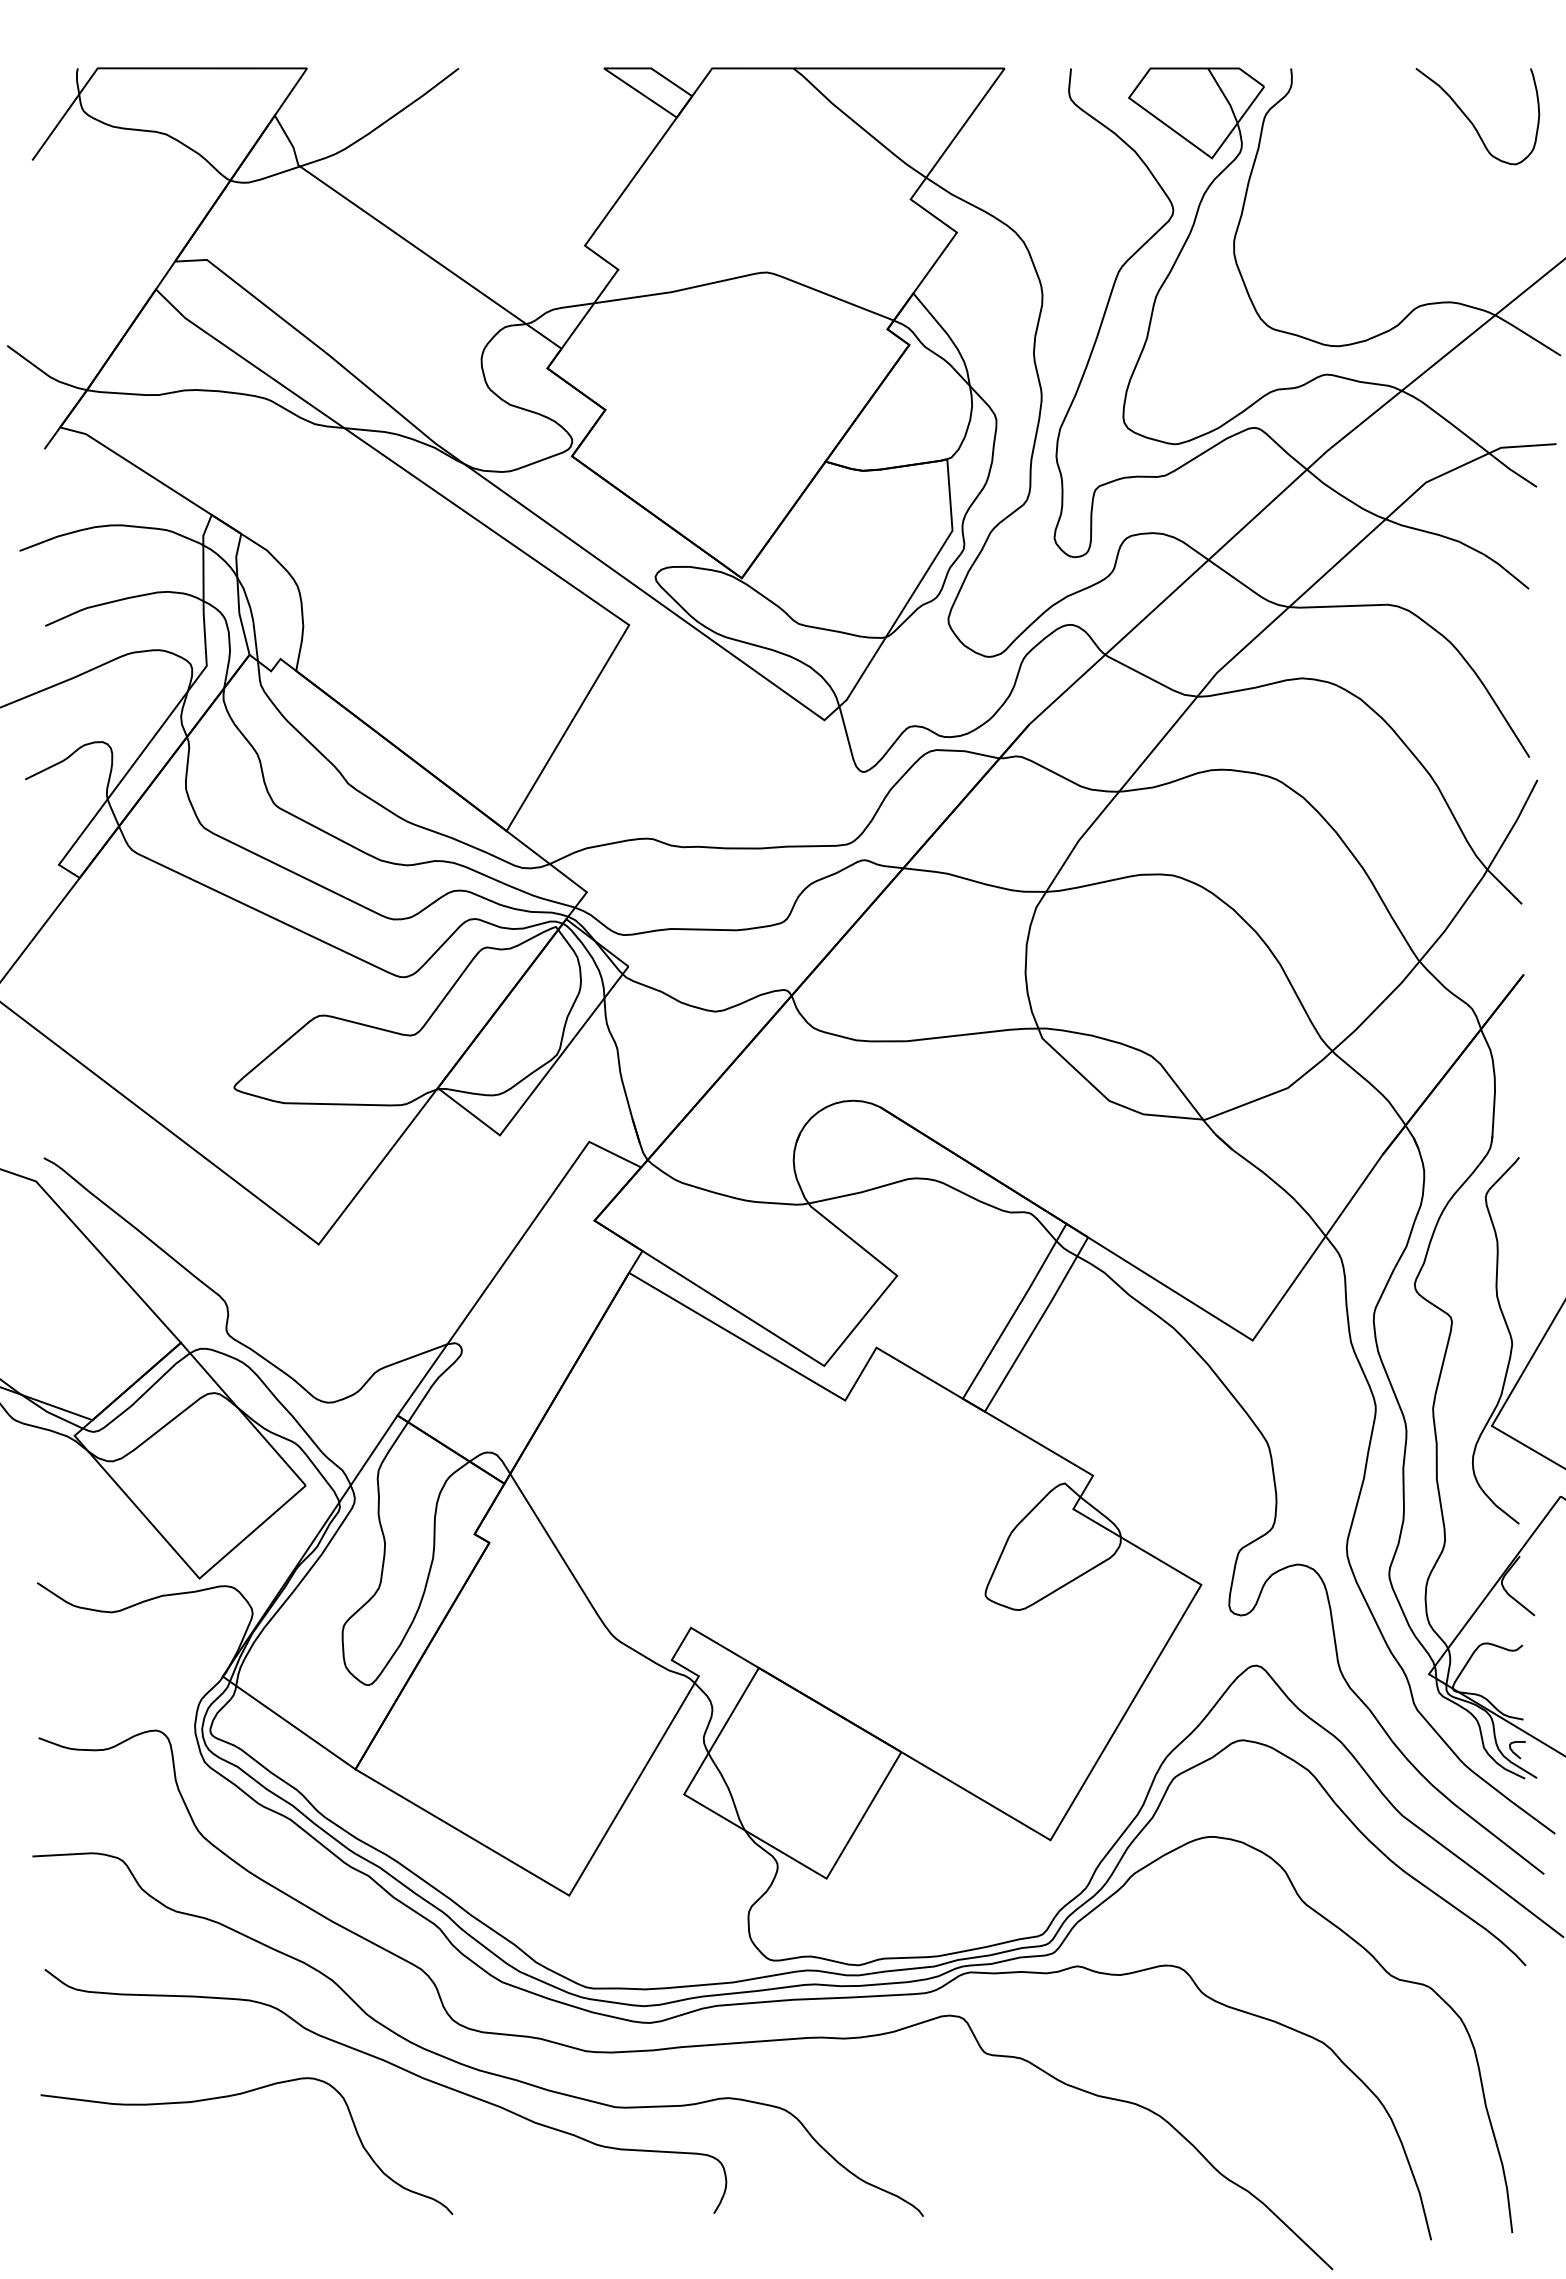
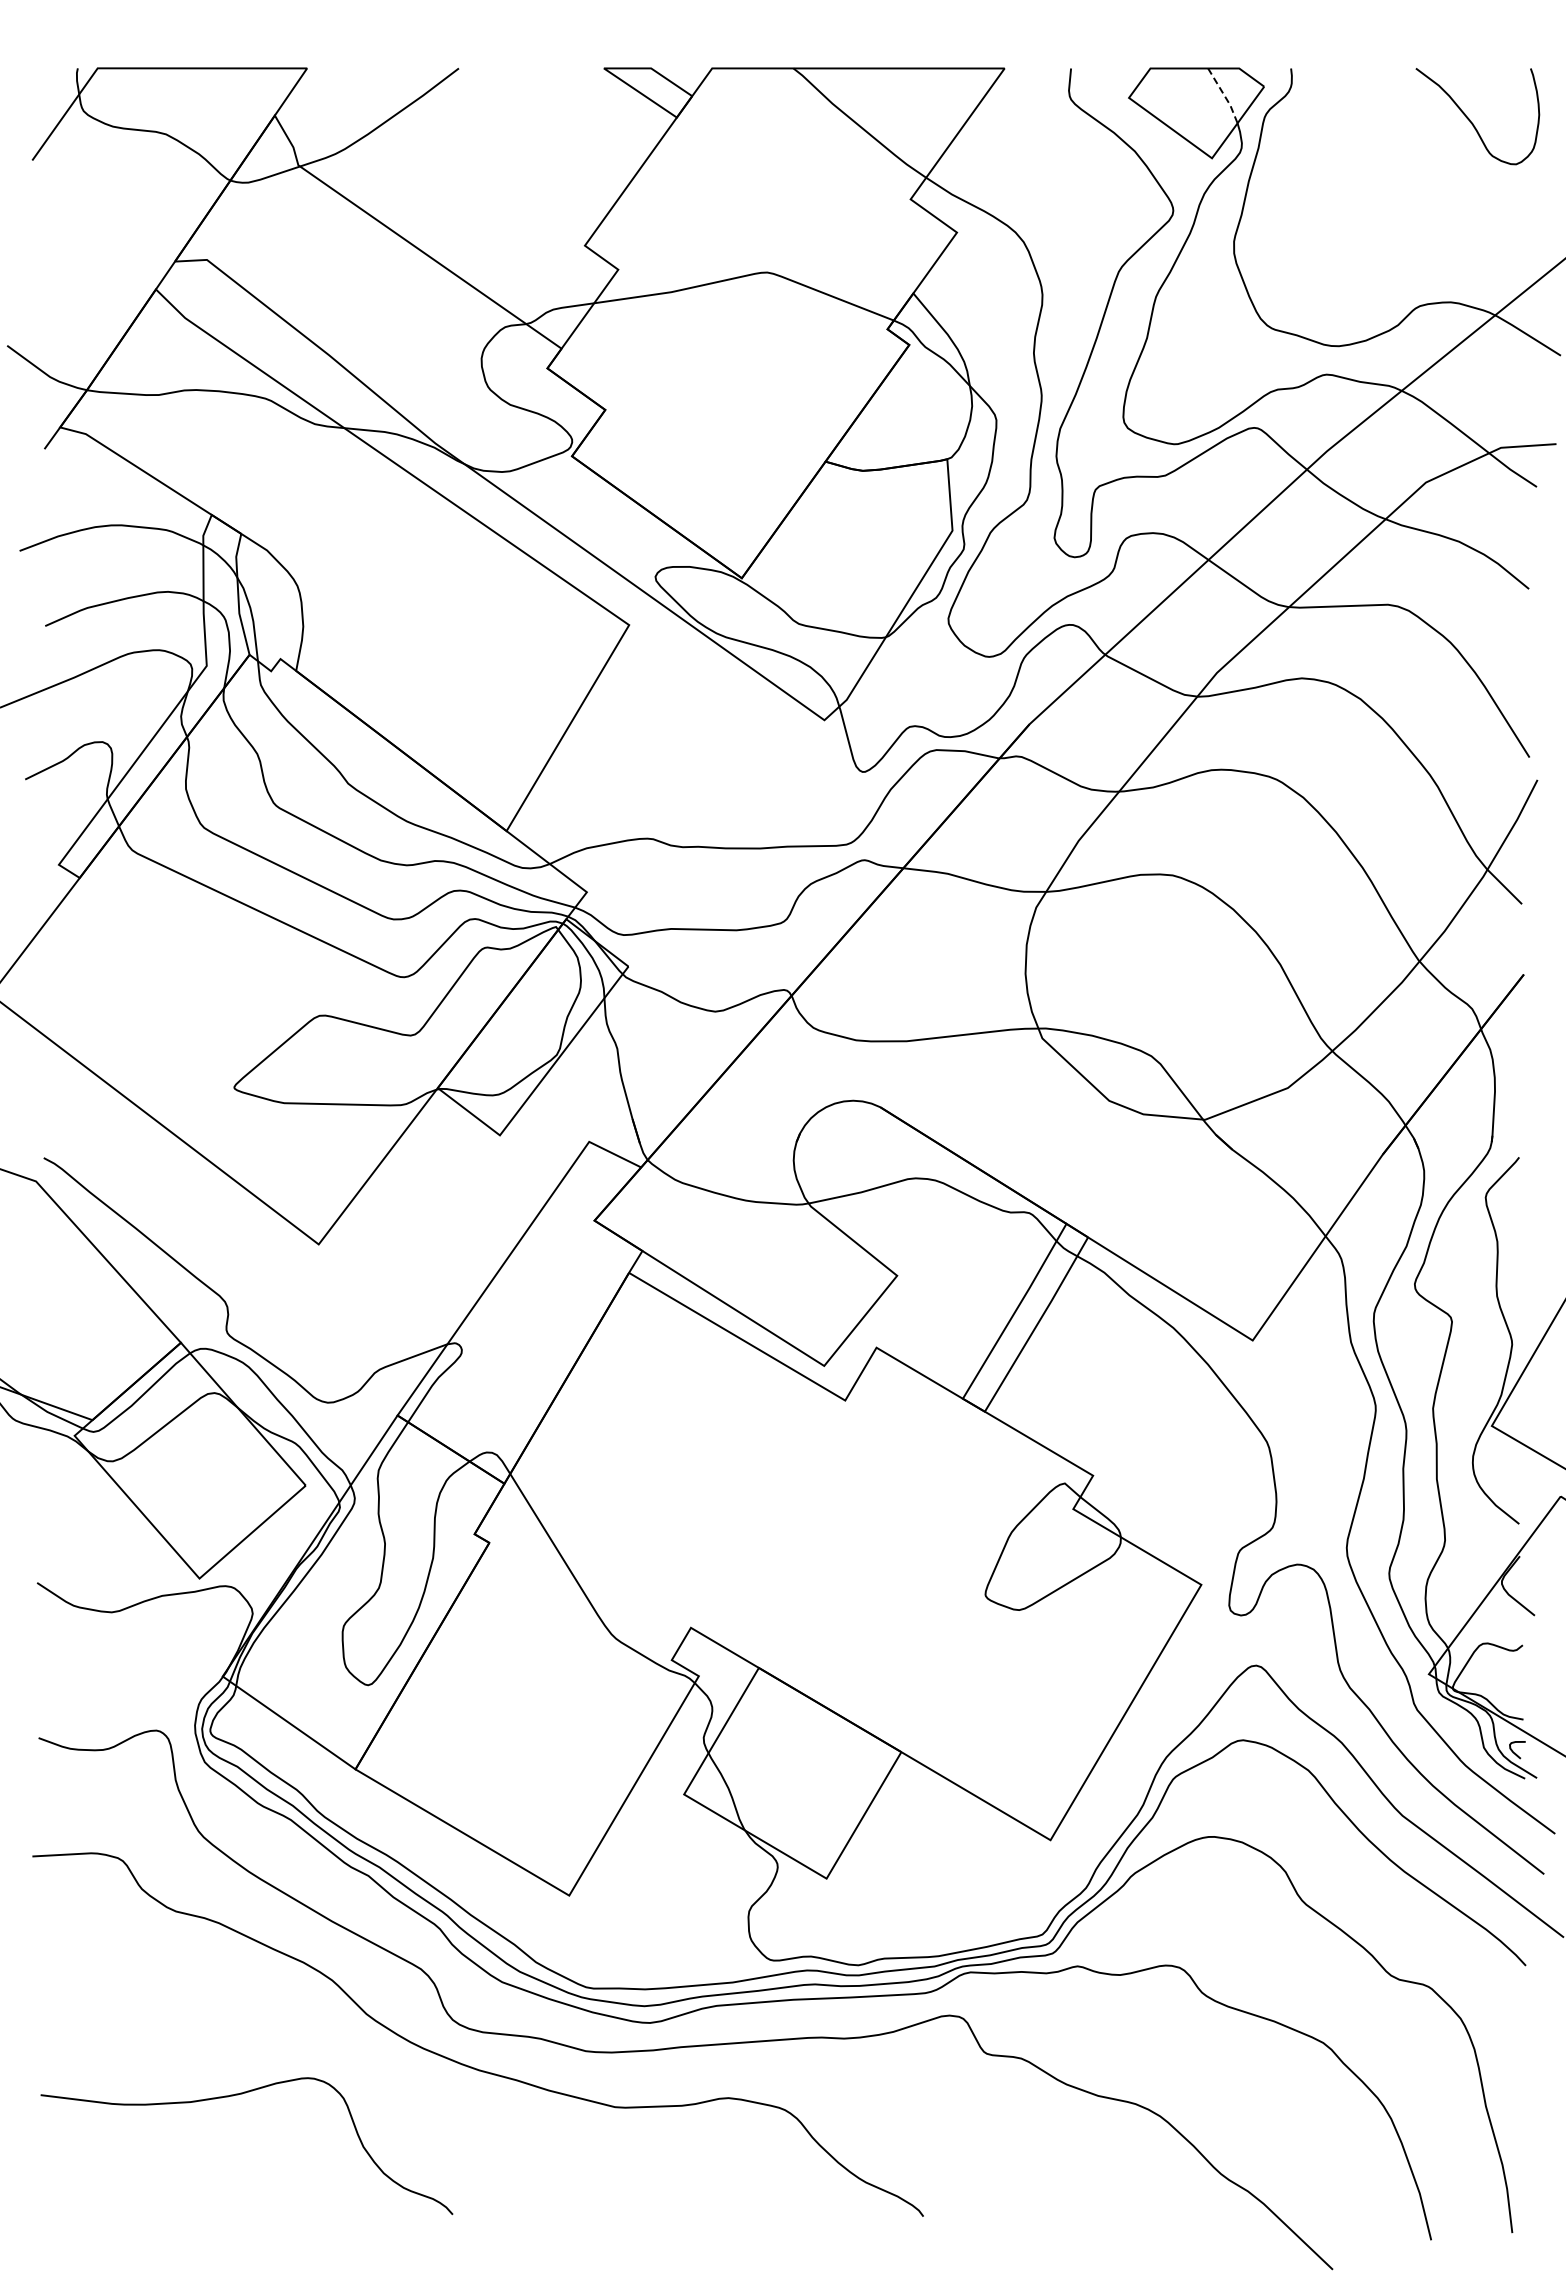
line at (1224, 96): solid -> dashed
curve at (396, 2067): present -> none
